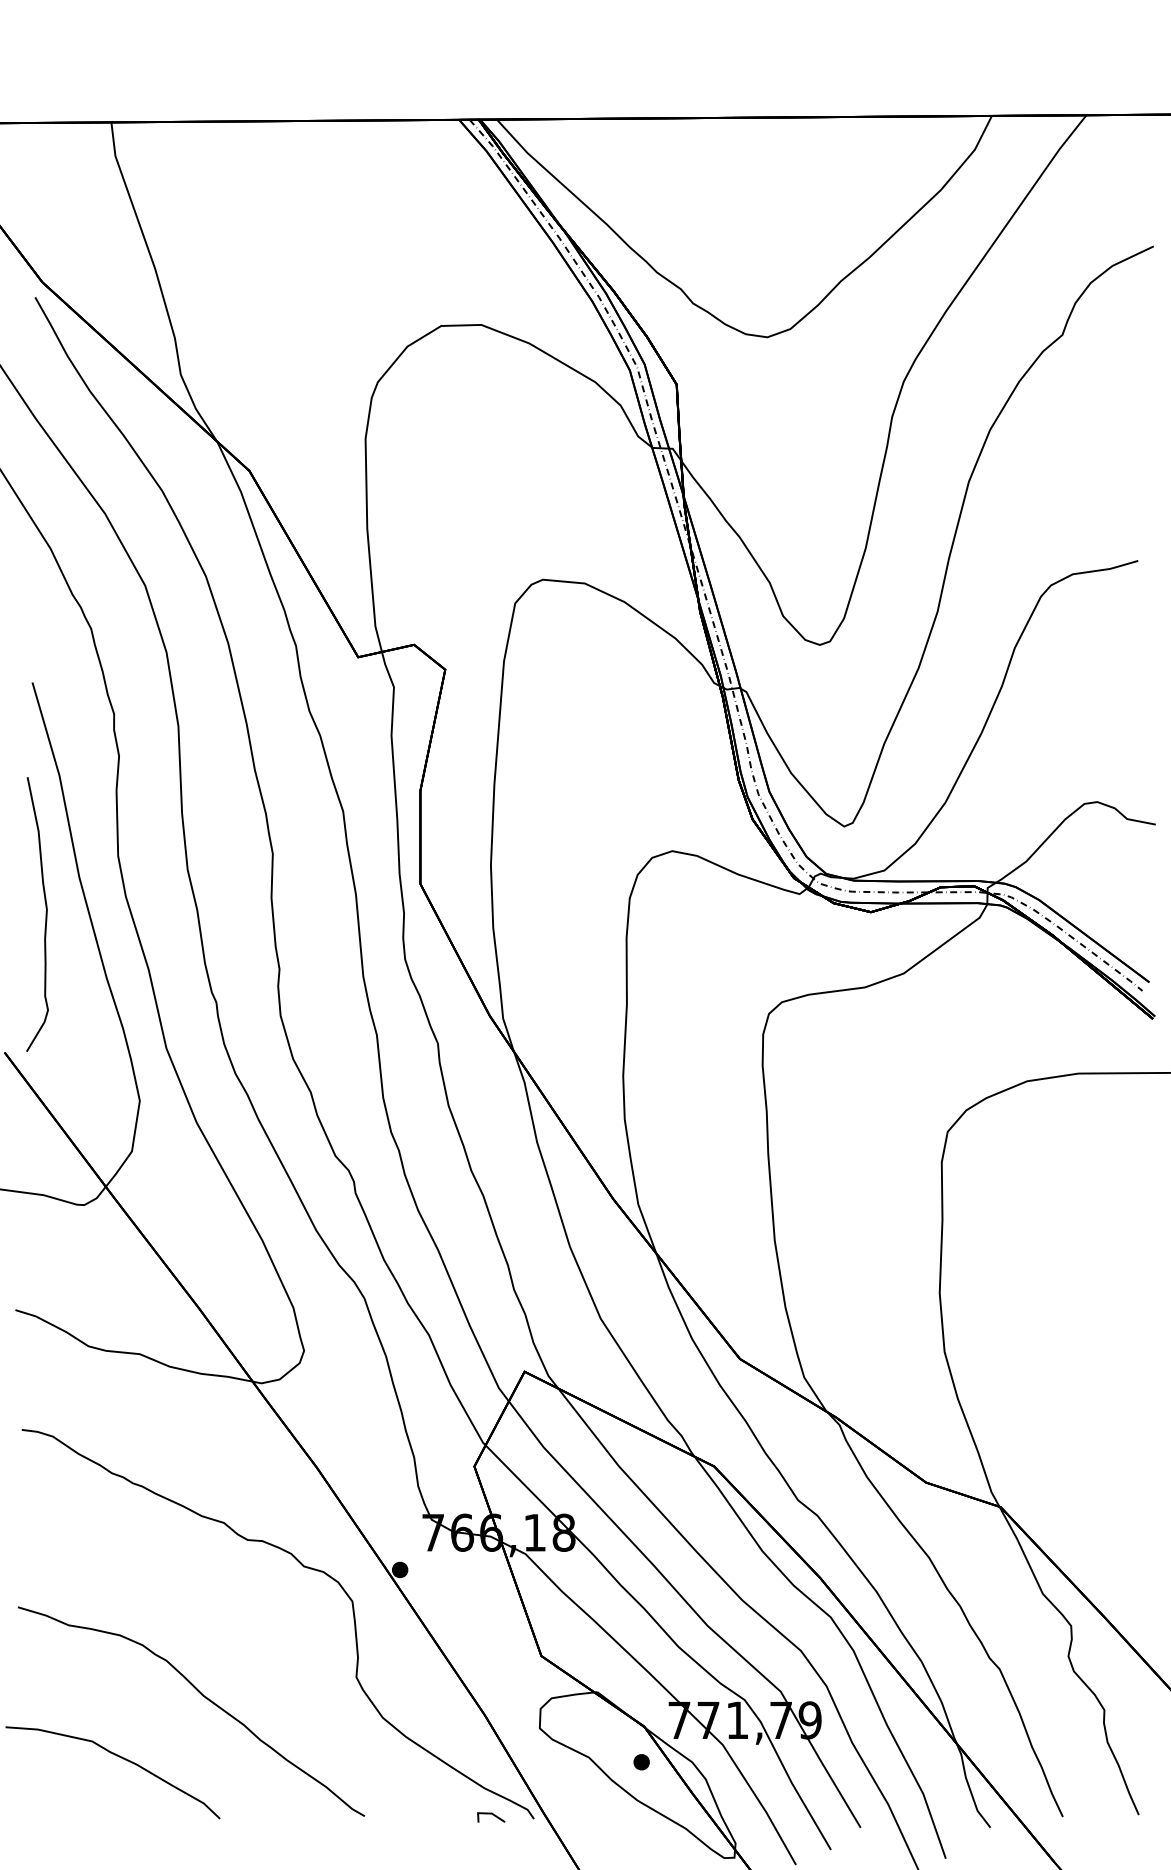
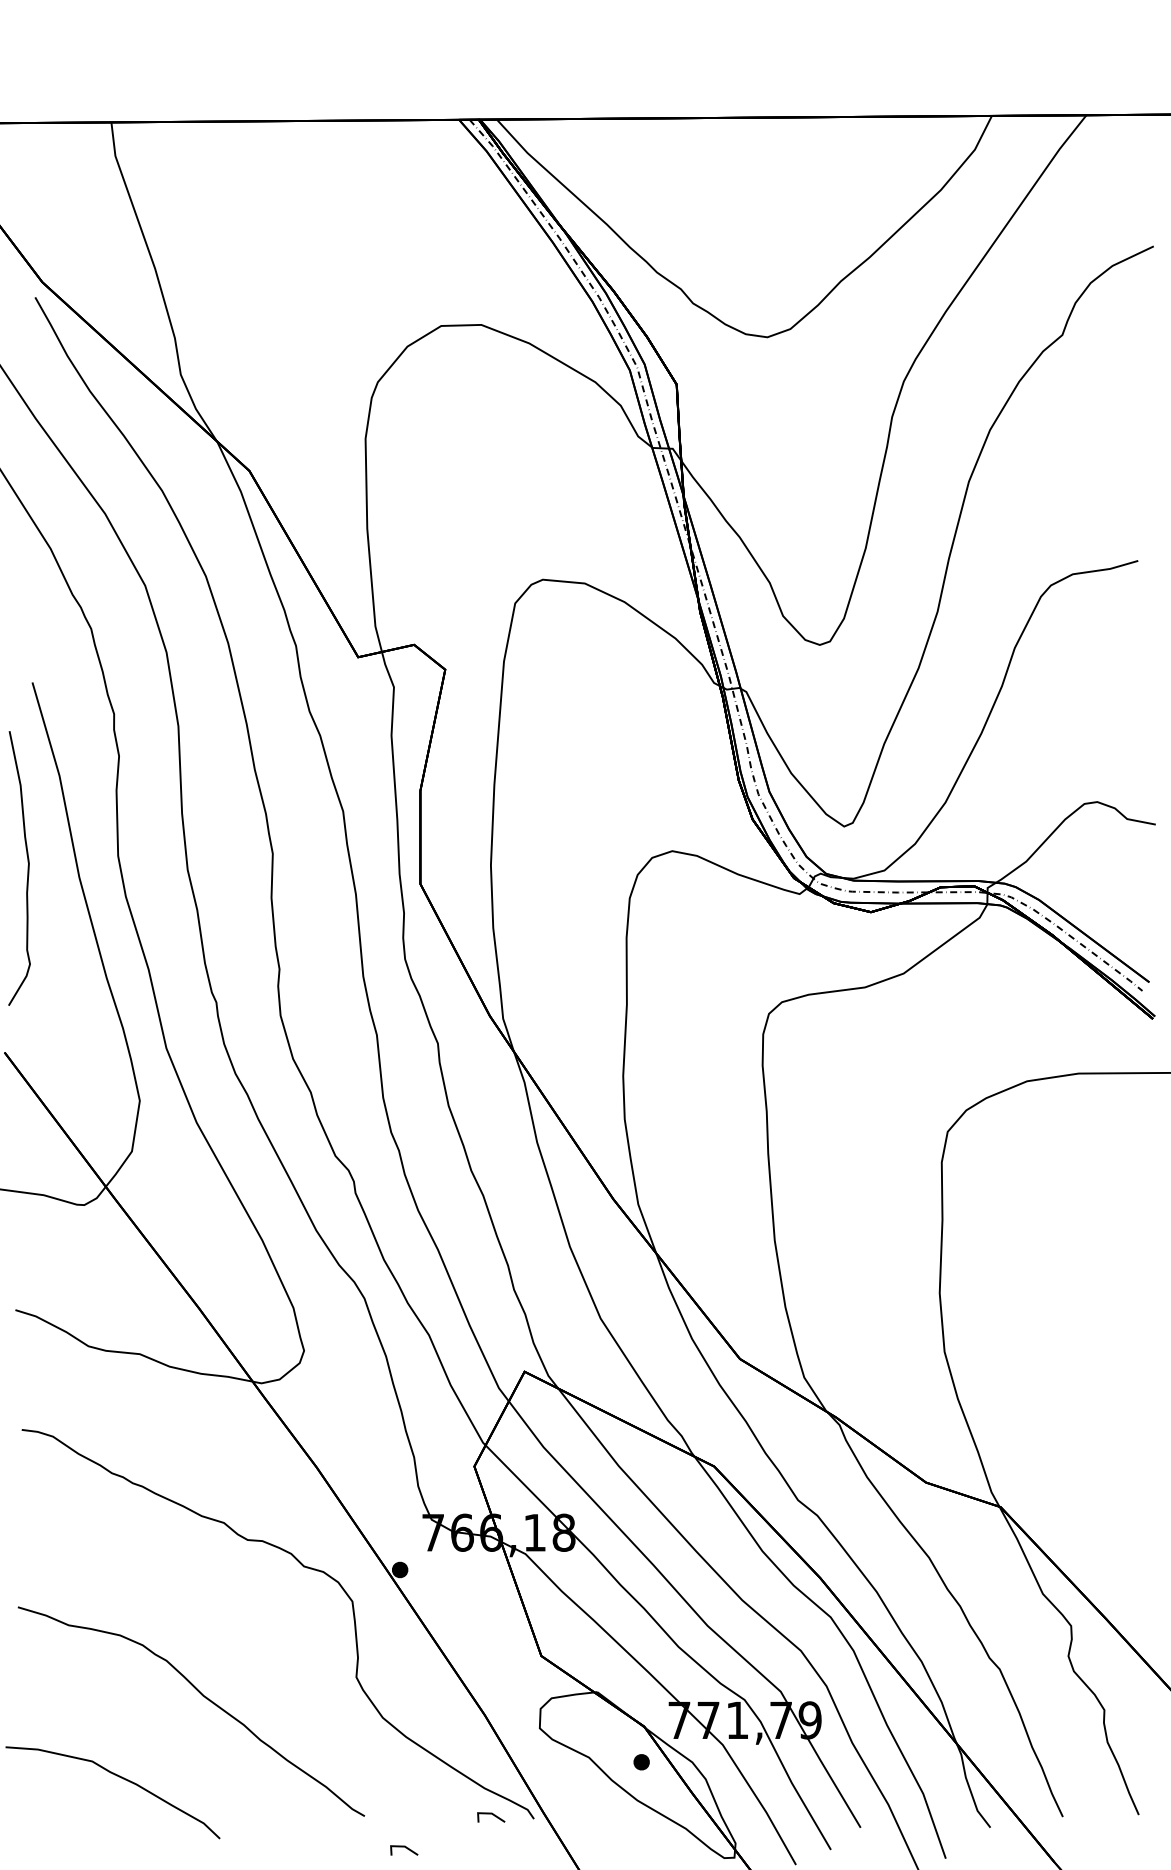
curve at (45, 914) position: (45, 914) -> (27, 868)
curve at (116, 1756) position: (116, 1756) -> (116, 1776)
line at (405, 1848): none -> present
